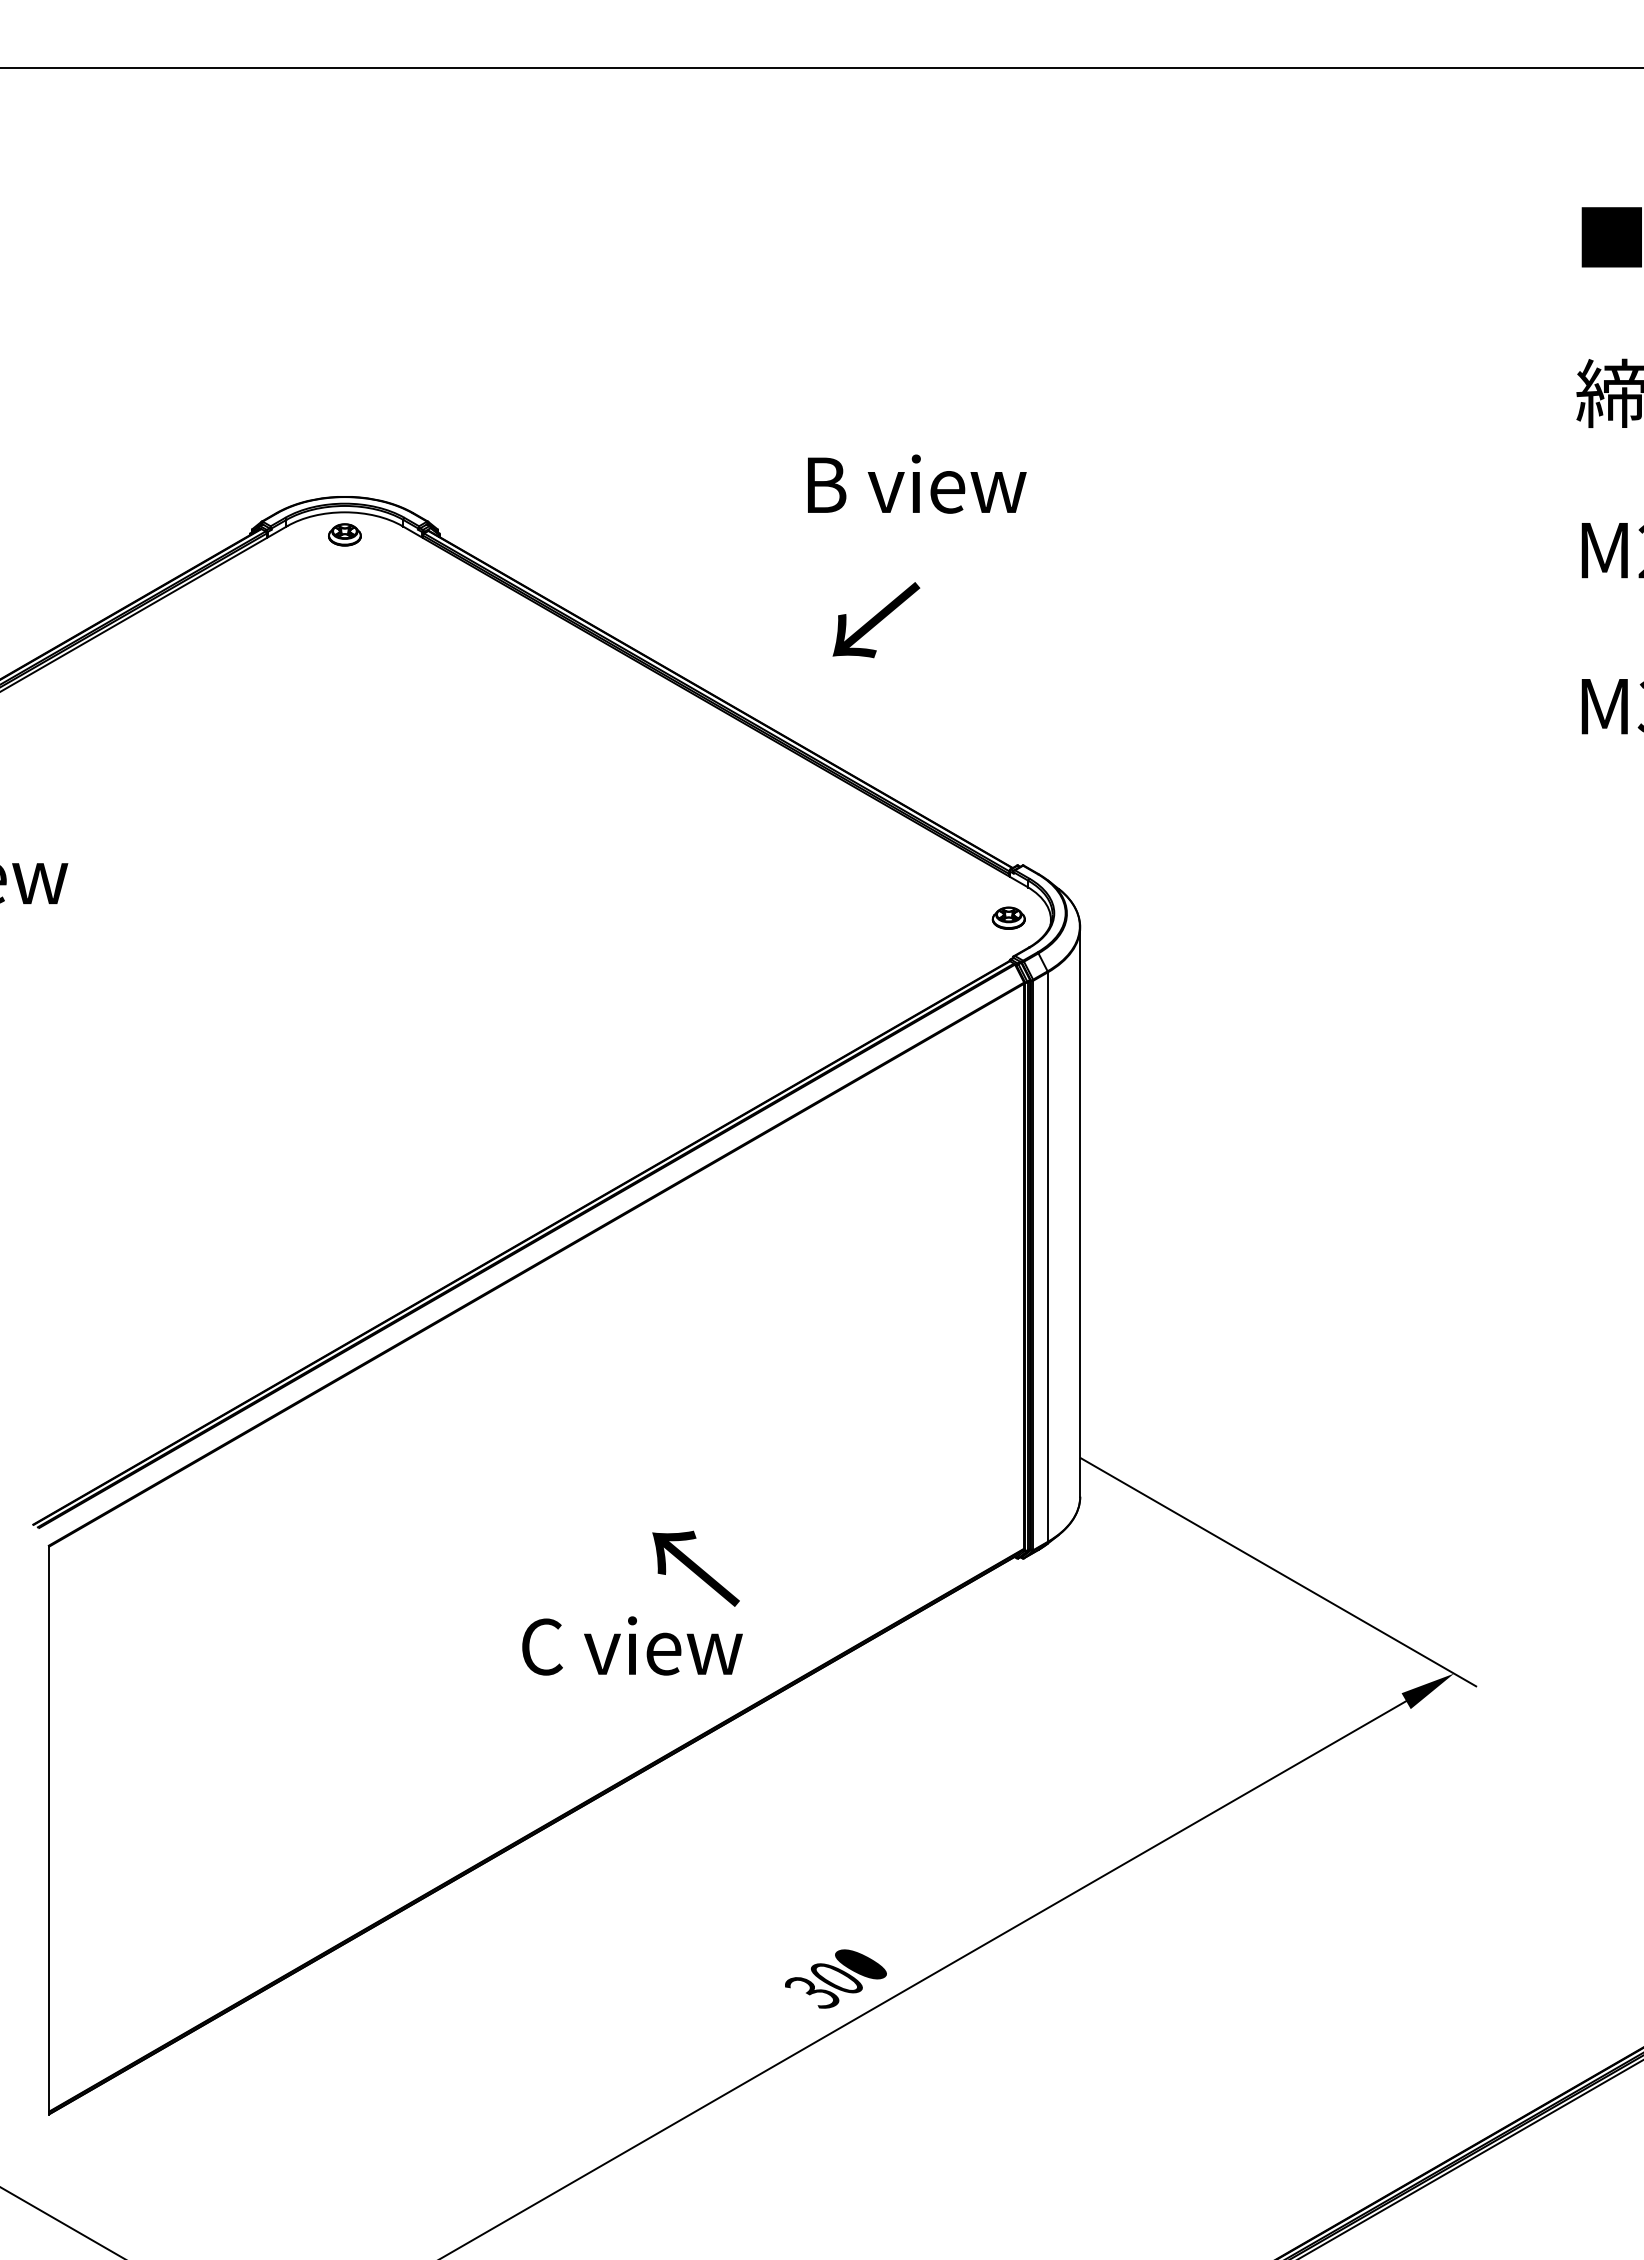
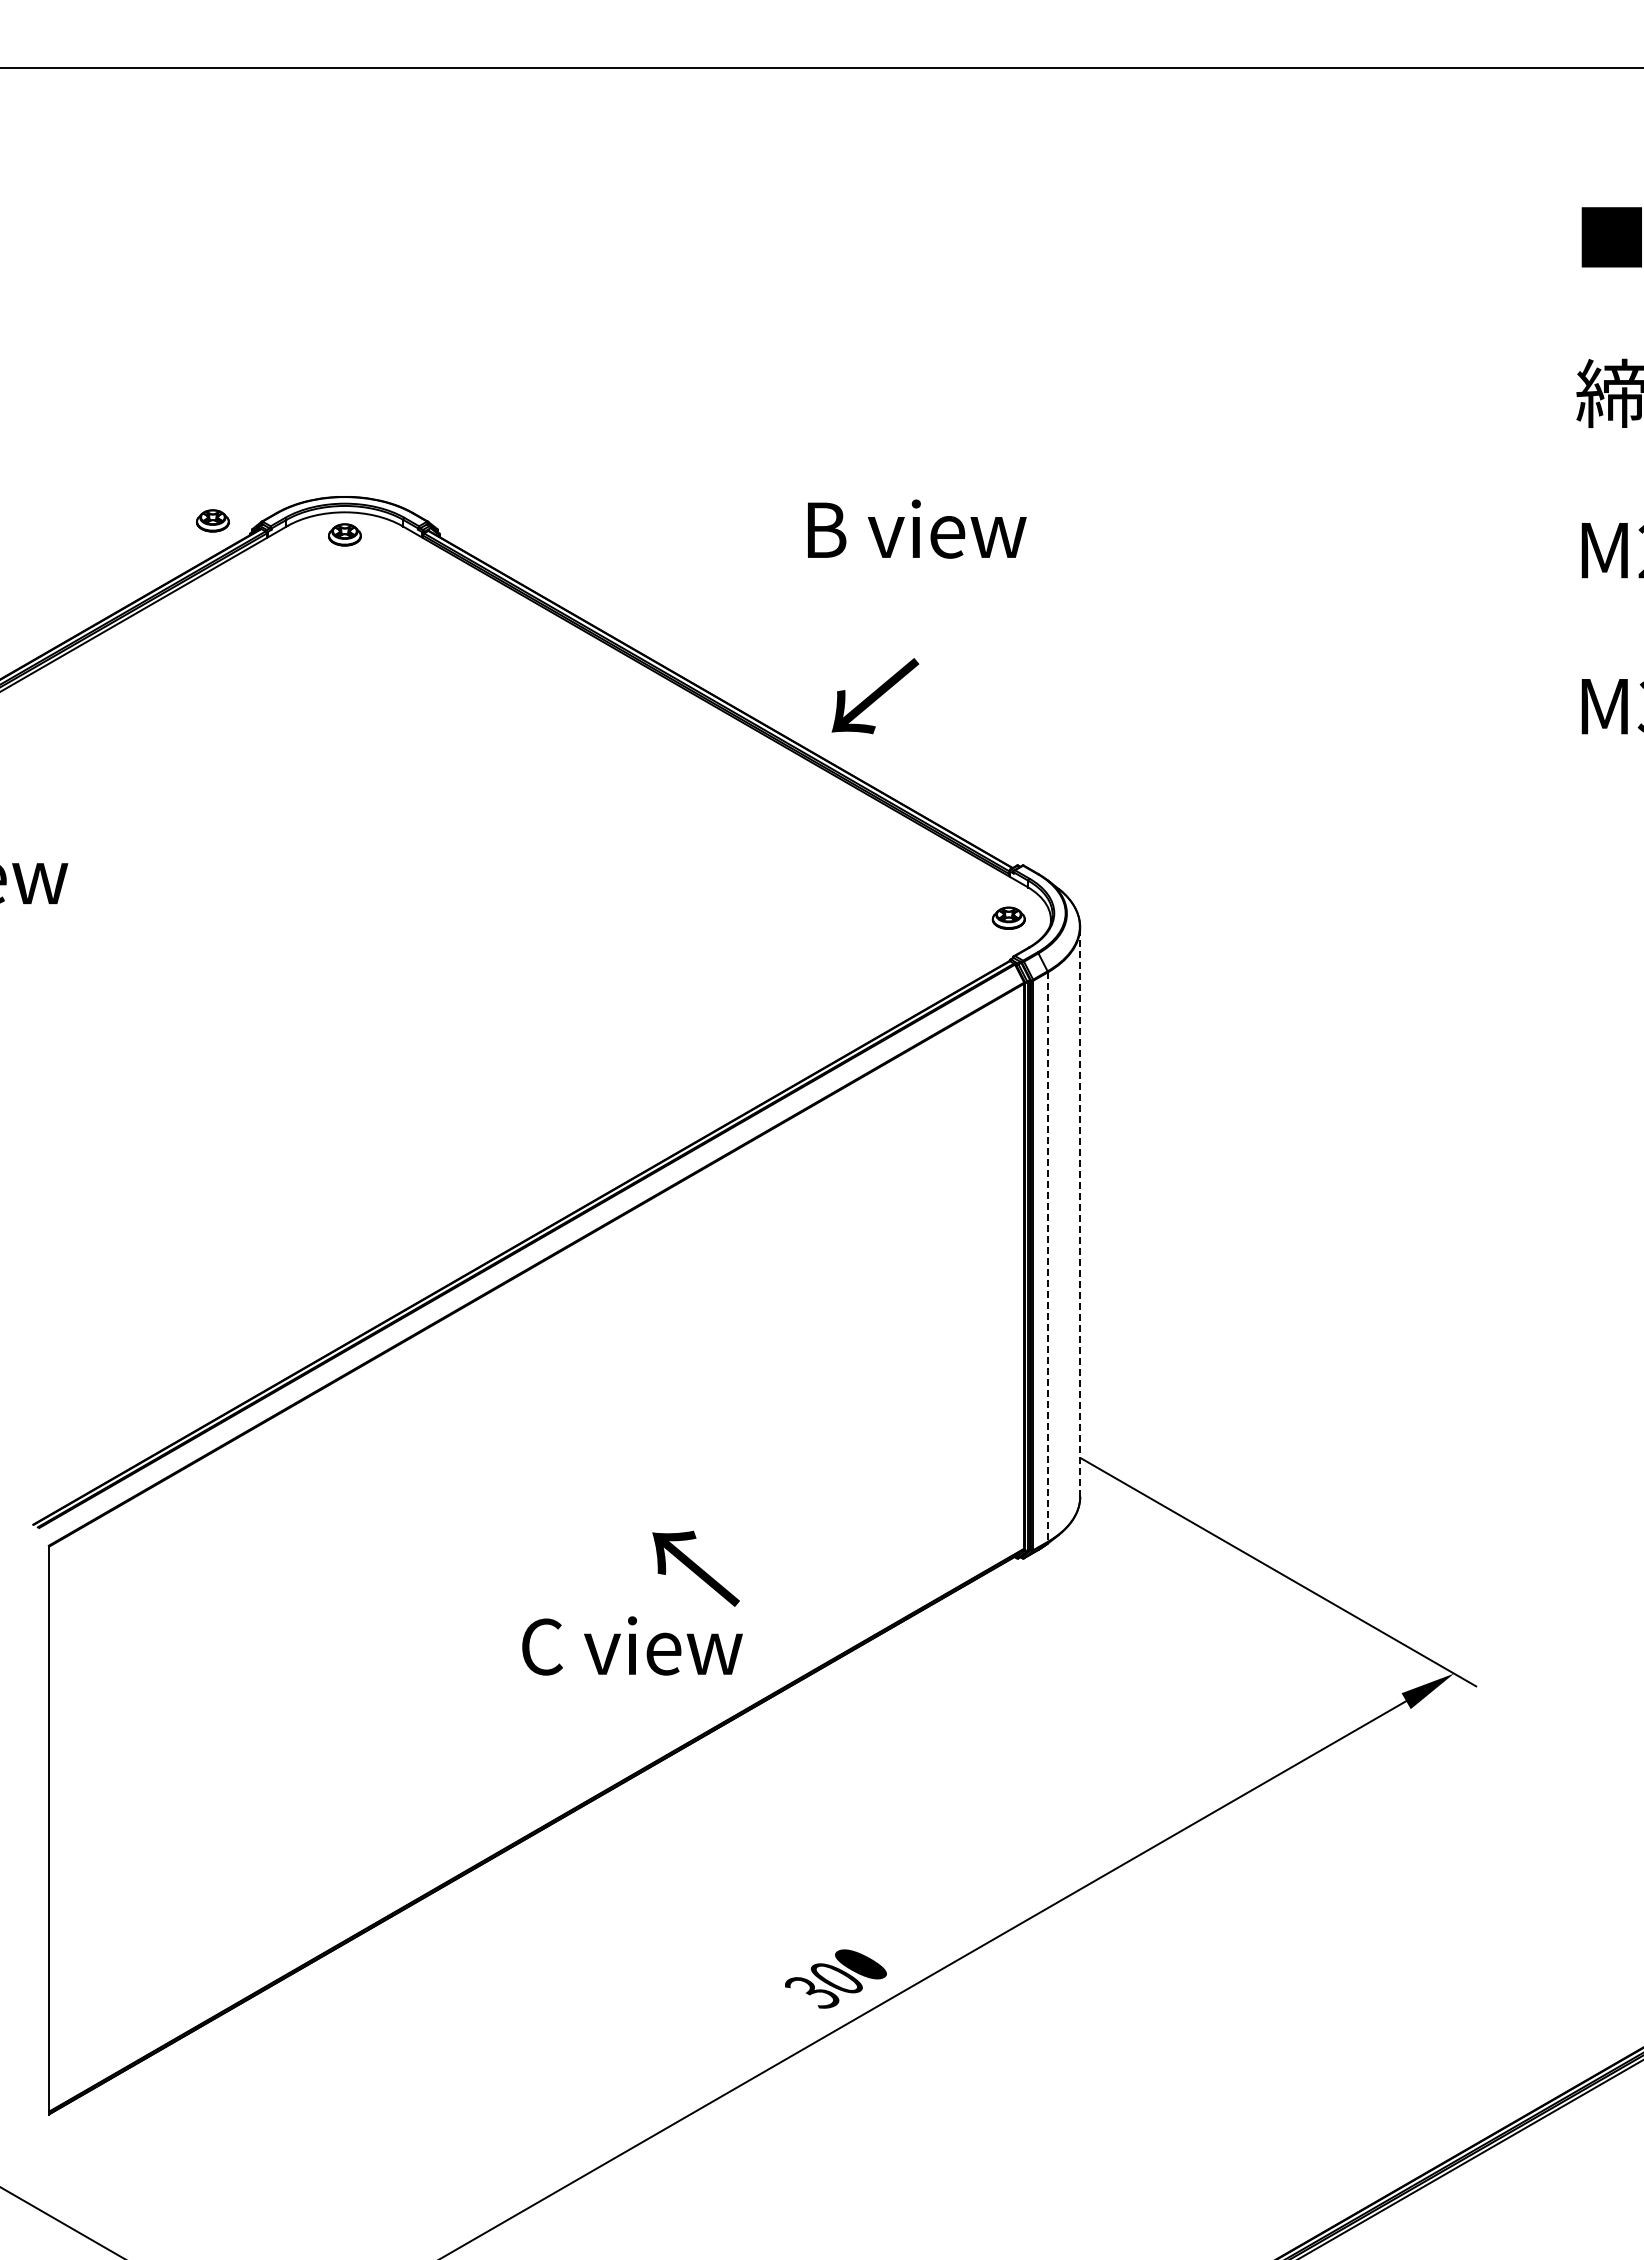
text at (917, 483) position: (917, 483) -> (917, 528)
part at (212, 520): none -> present
text at (876, 620) position: (876, 620) -> (875, 696)
line at (1080, 1211): solid -> dashed
line at (1047, 1257): solid -> dashed
